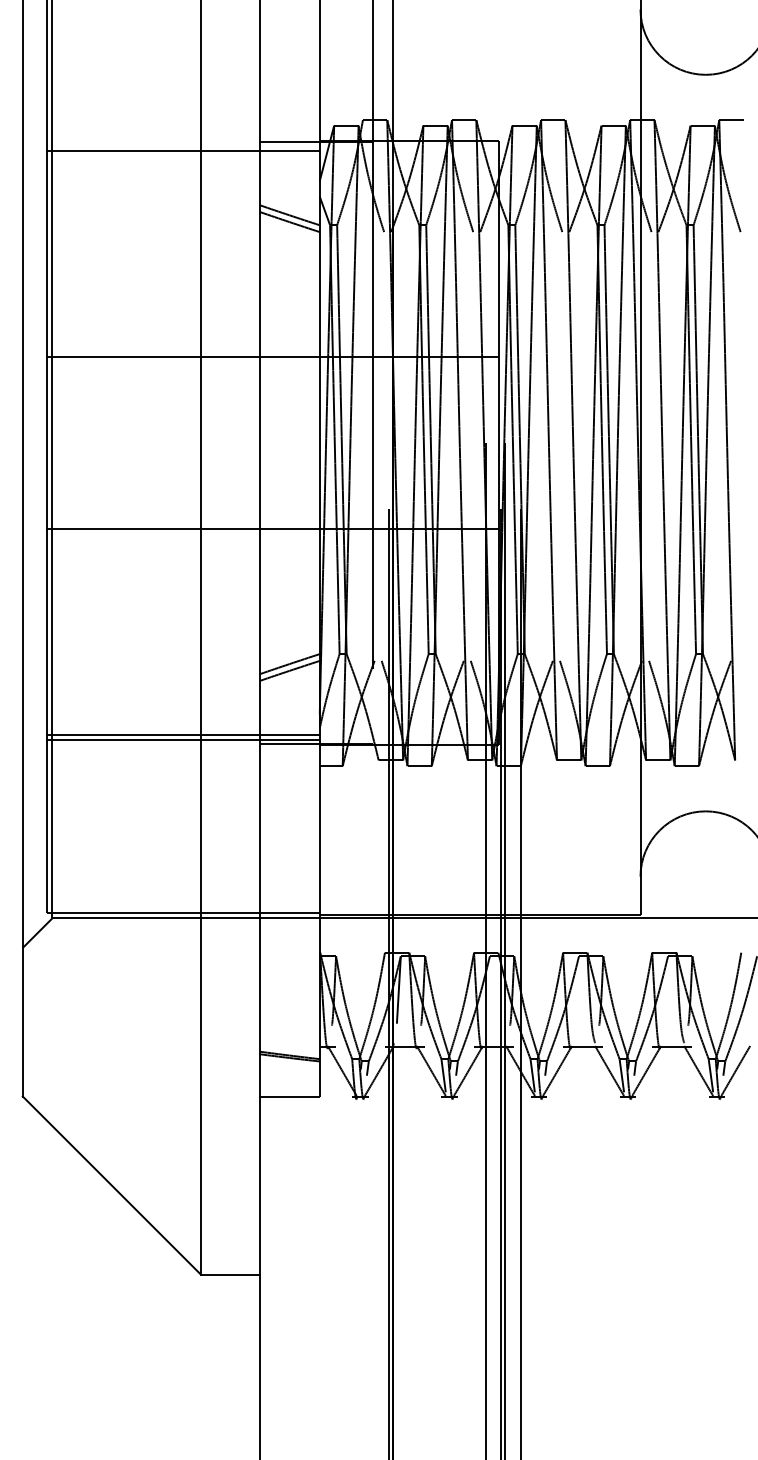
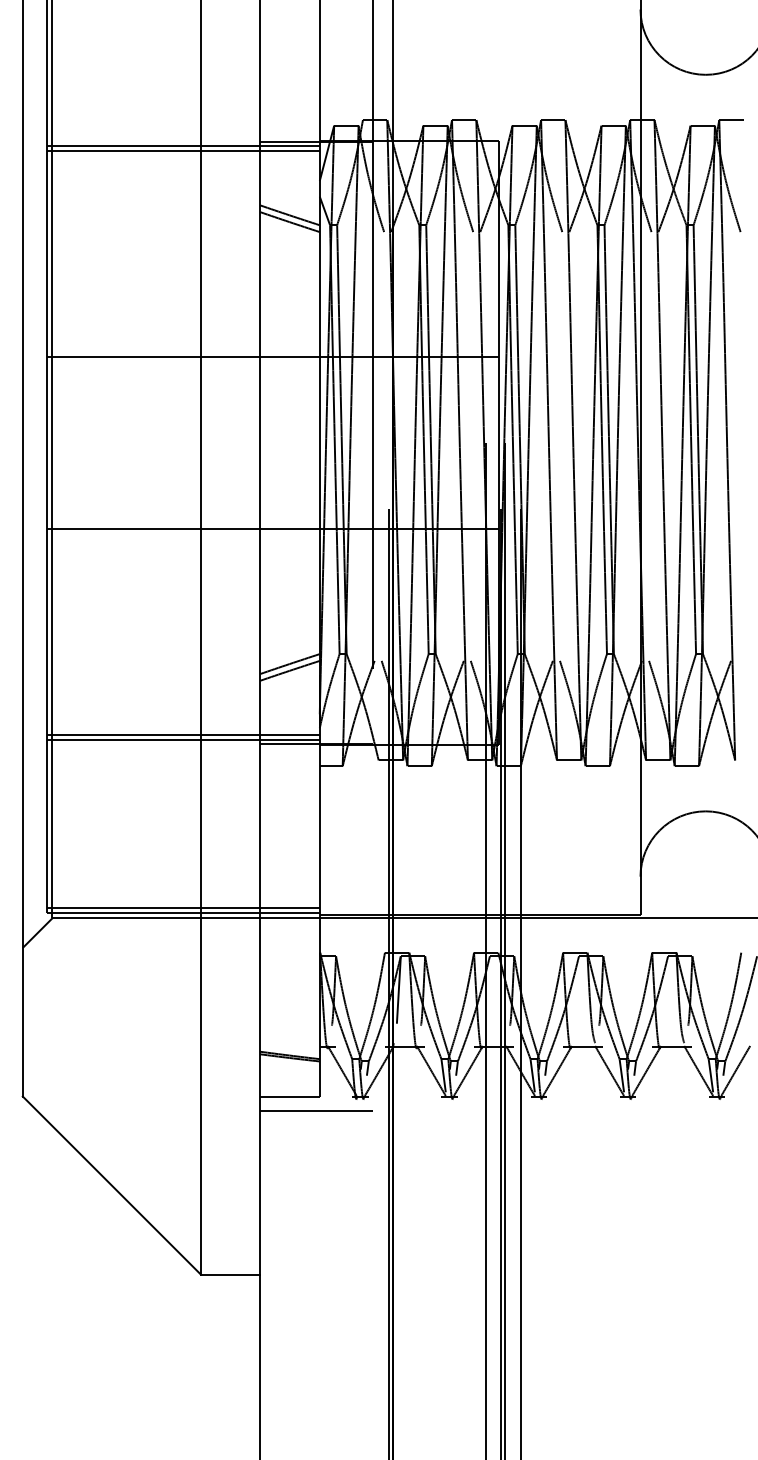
line at (182, 146): none -> present
line at (182, 908): none -> present
line at (316, 1110): none -> present
